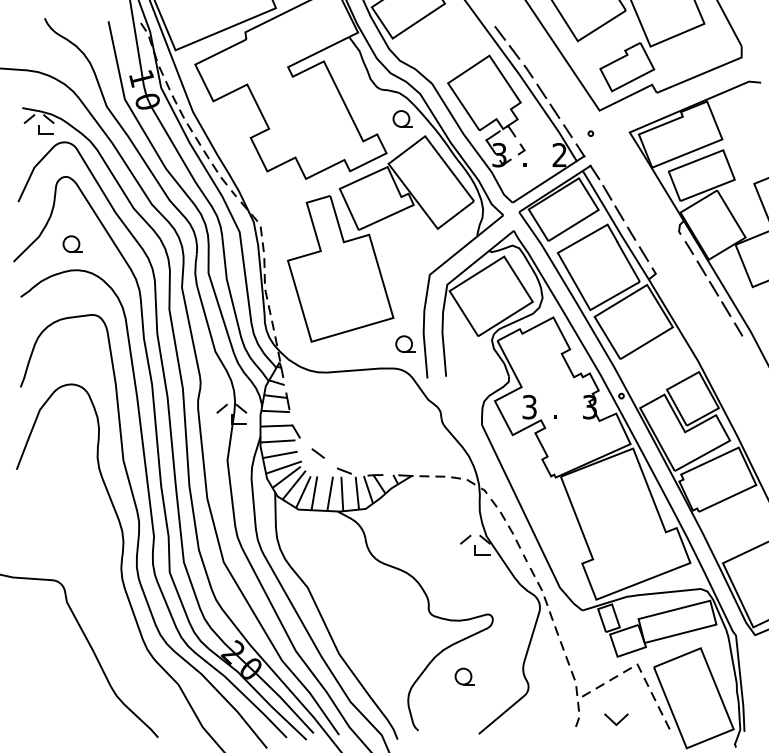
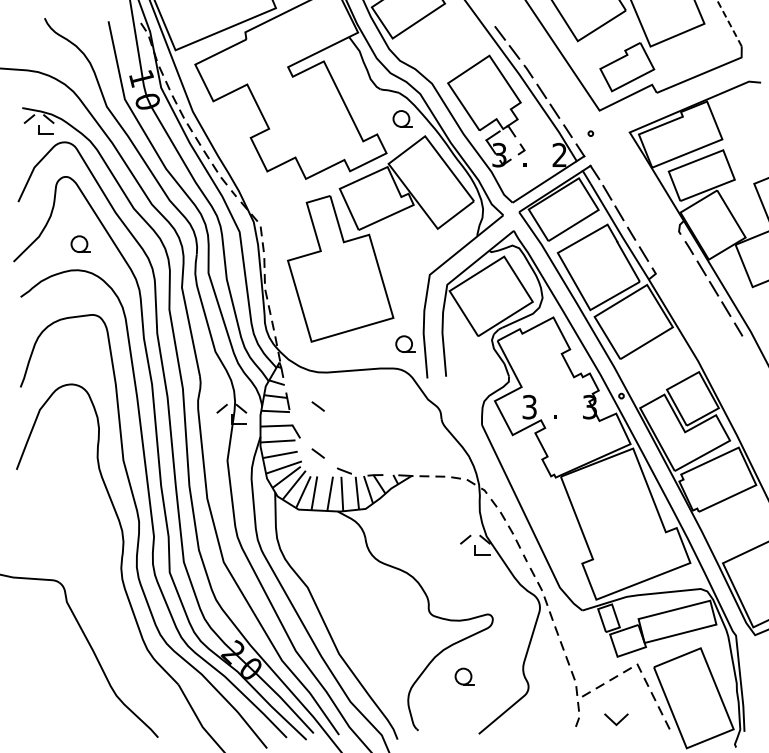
line at (729, 23): solid -> dashed
part at (72, 243) position: (72, 243) -> (80, 243)
line at (317, 406): none -> present
